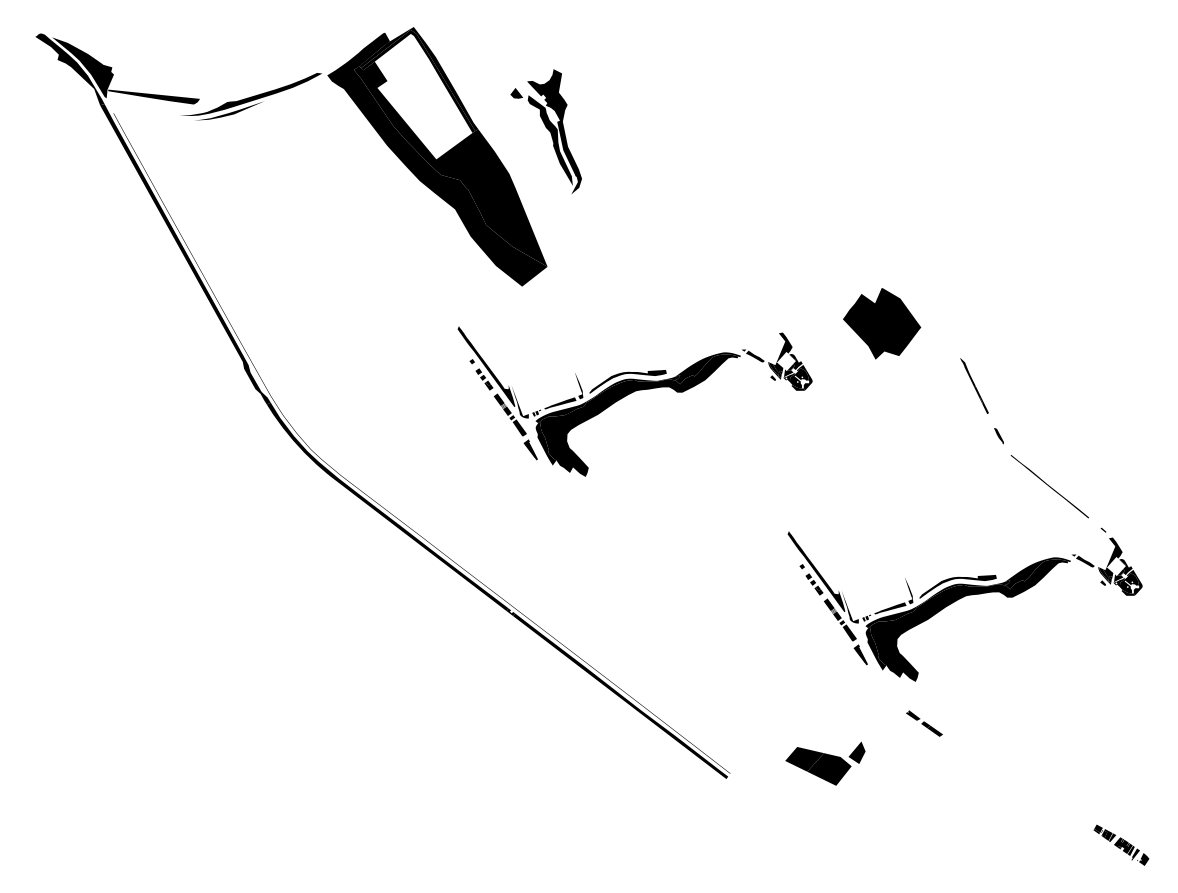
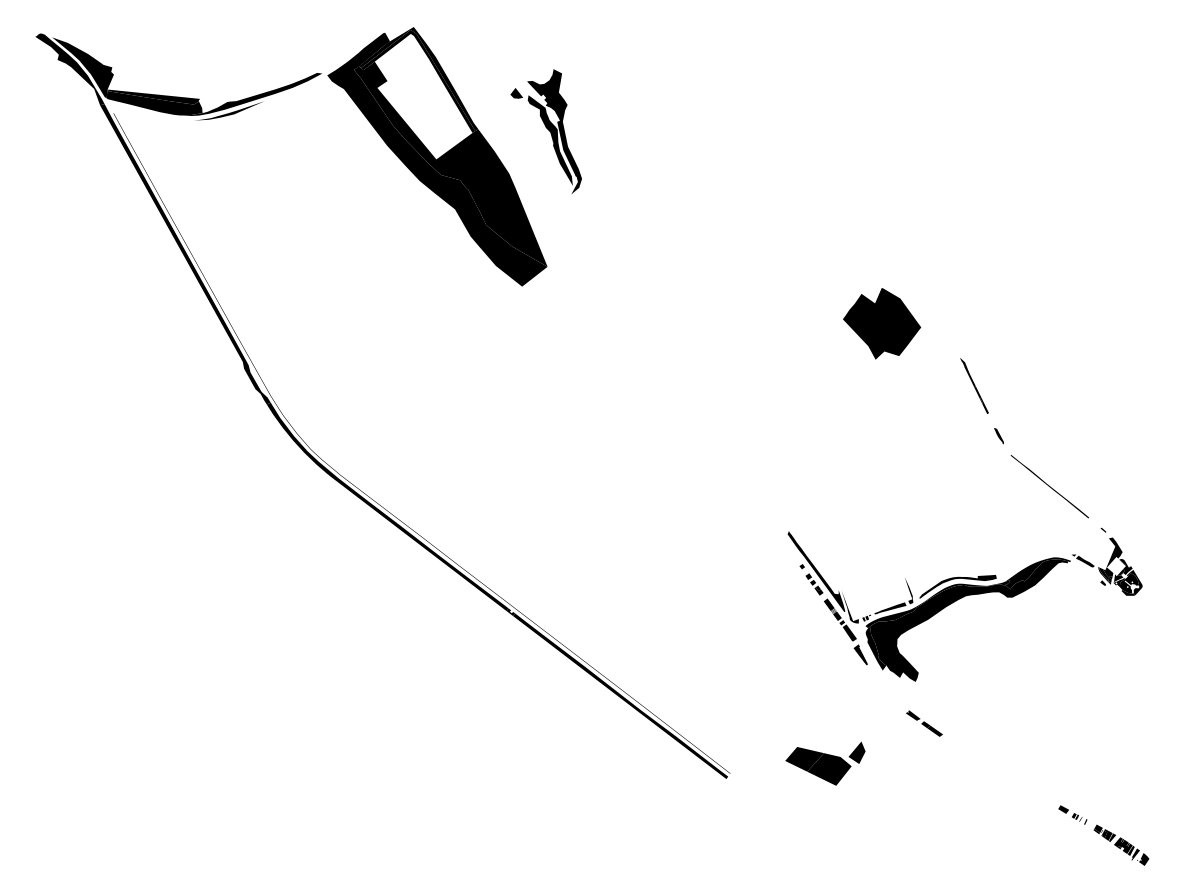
fill at (154, 102): none -> present
part at (631, 393): present -> none
part at (1072, 814): none -> present
